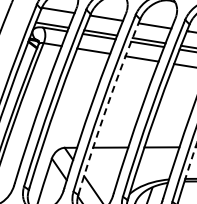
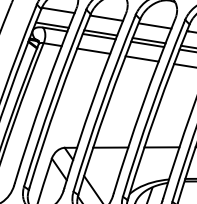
arc at (107, 105): dashed -> solid
arc at (190, 162): dashed -> solid
